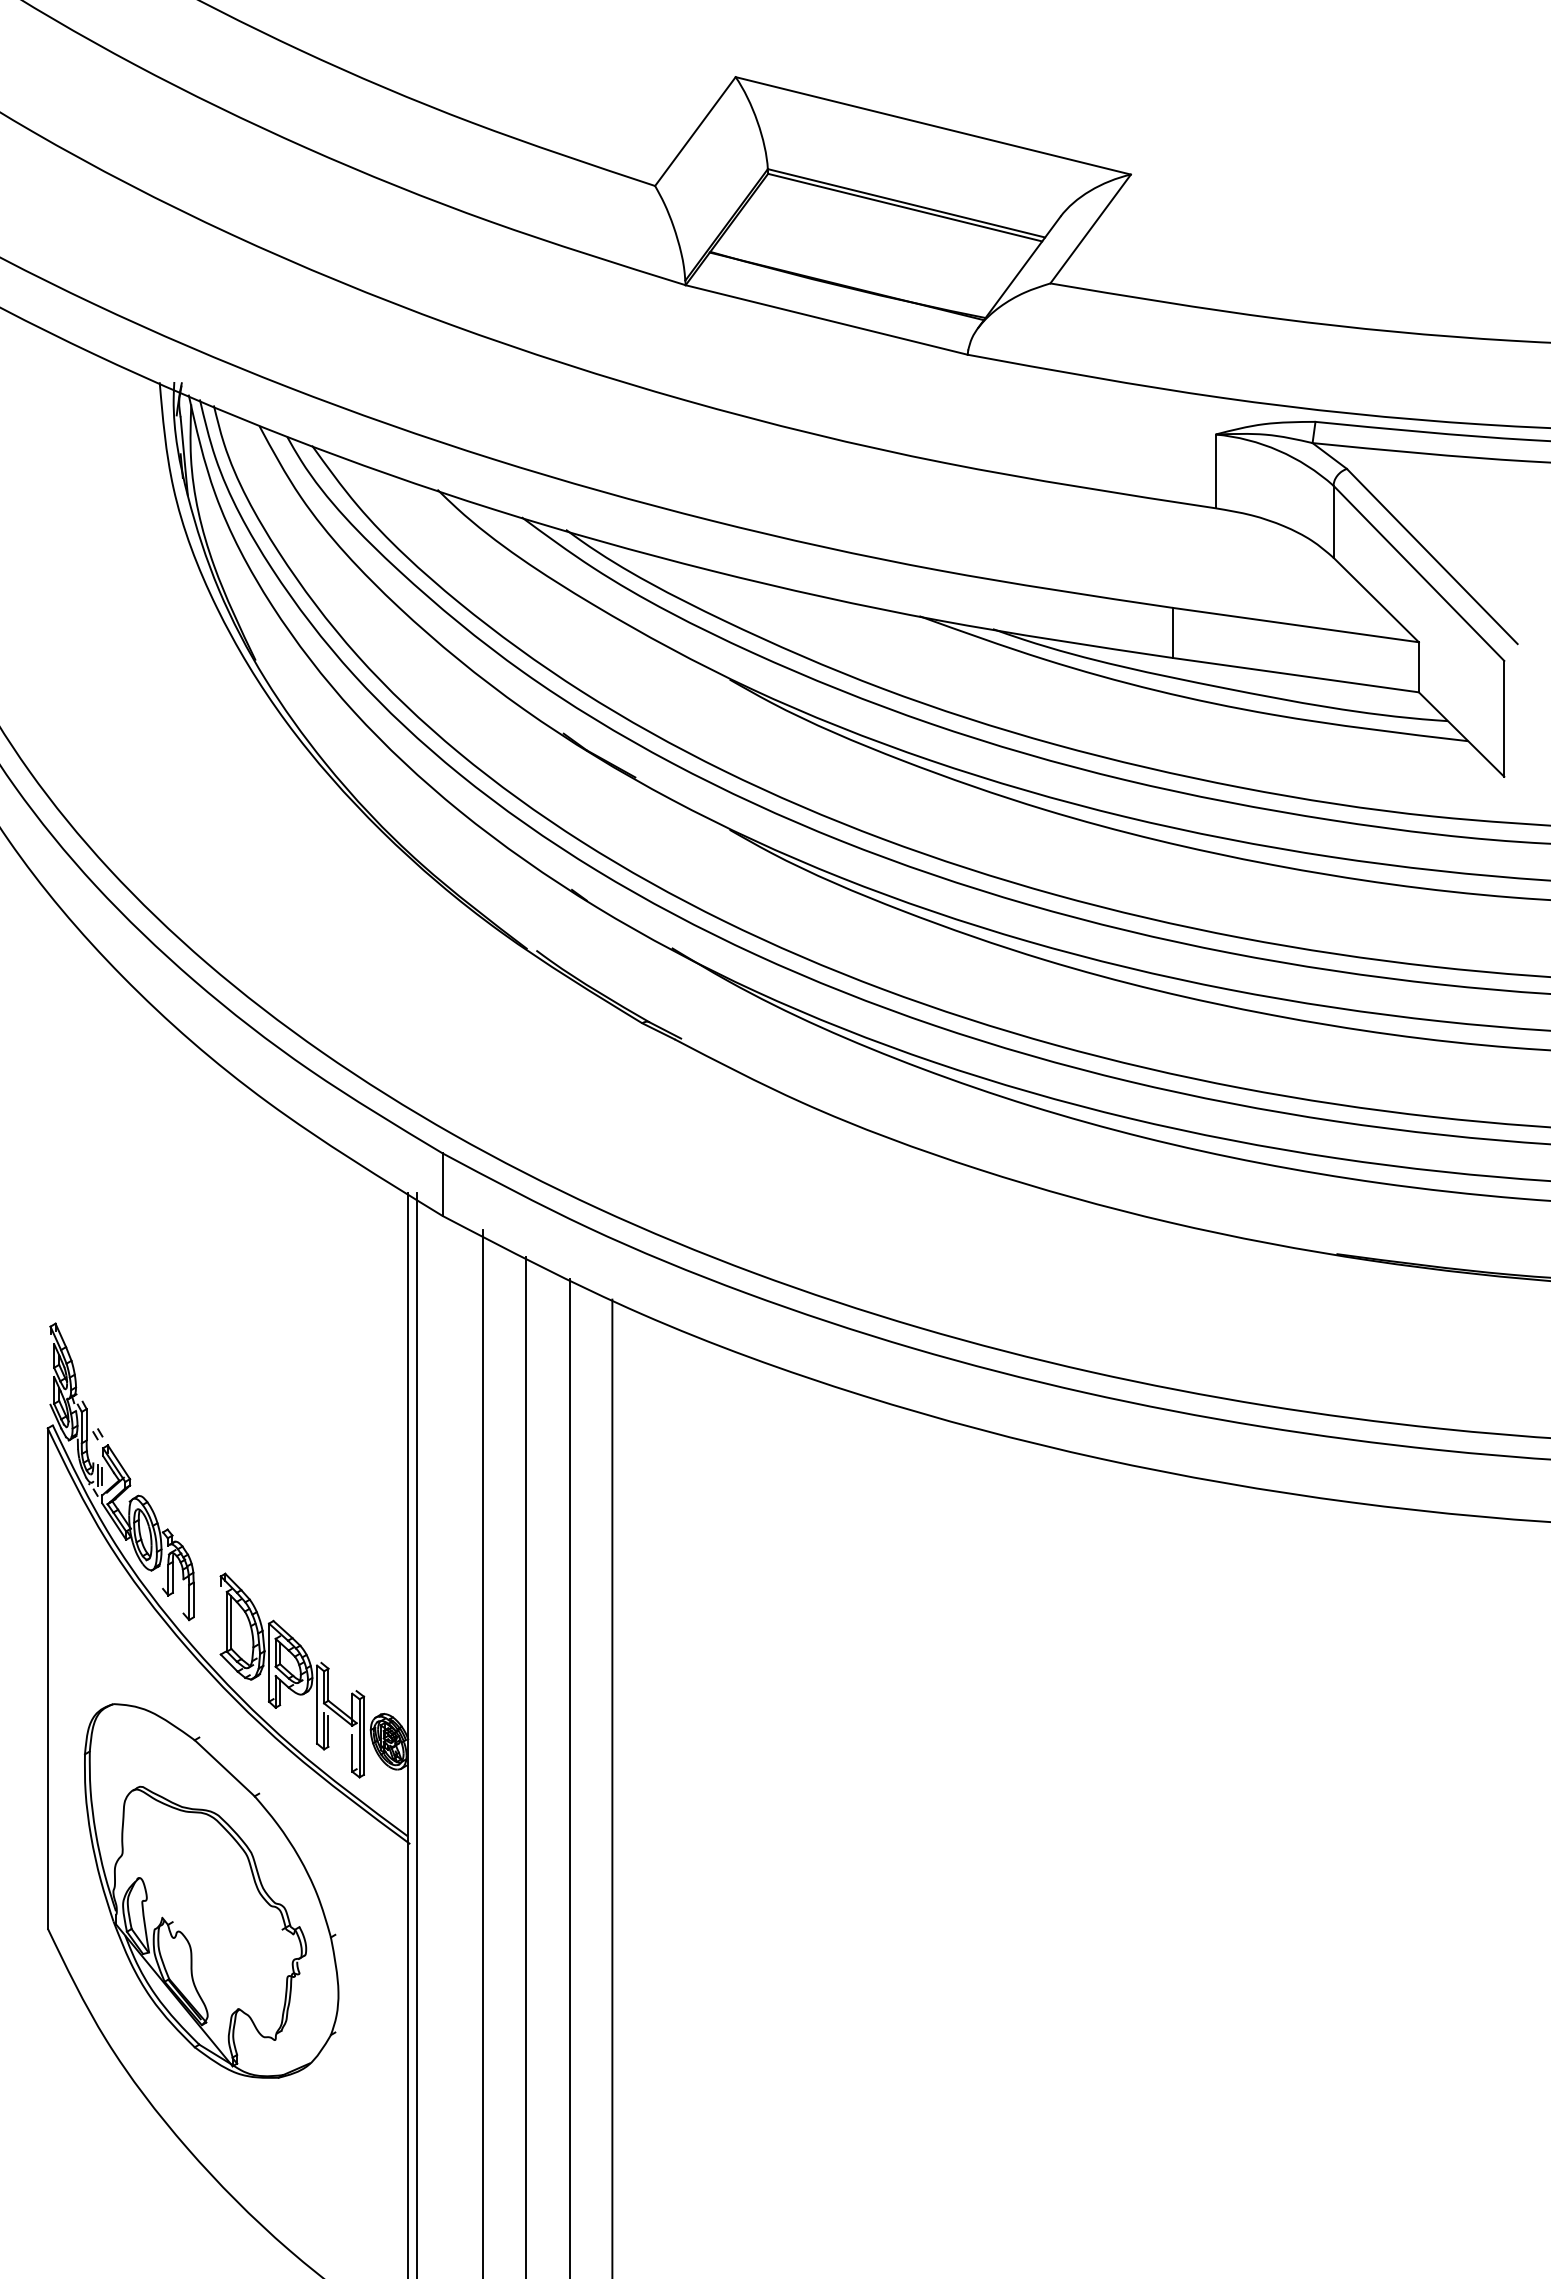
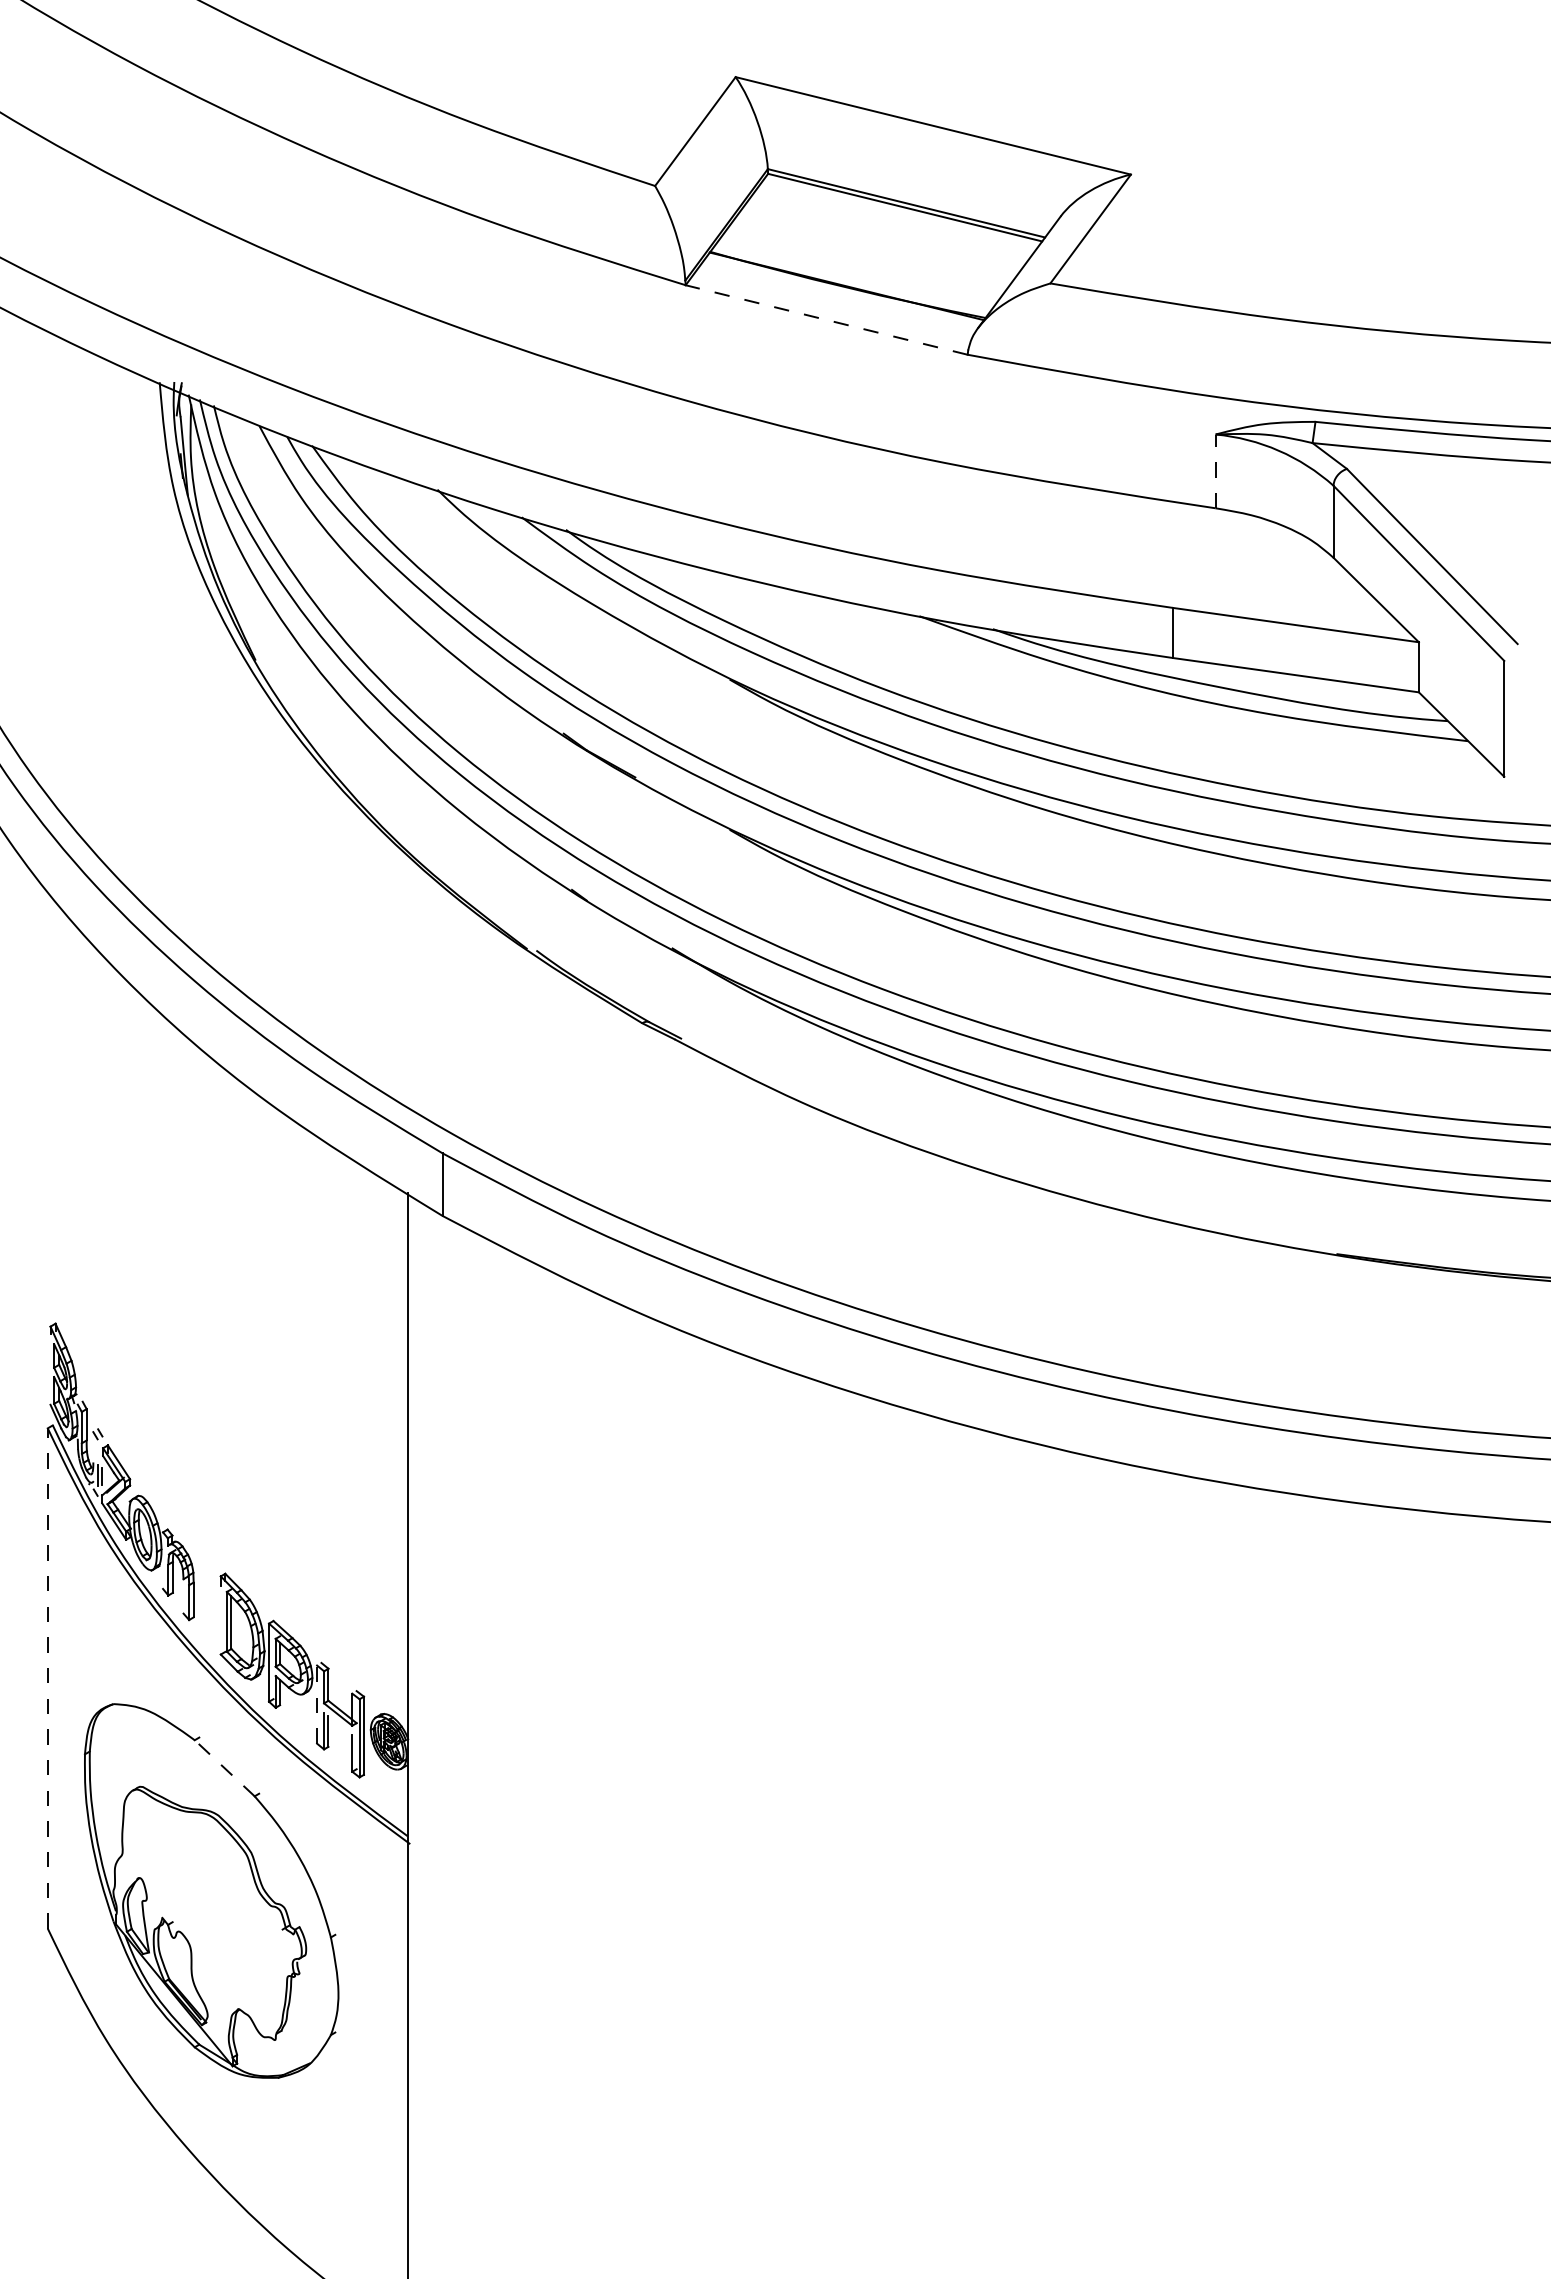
line at (826, 319): solid -> dashed
line at (1215, 471): solid -> dashed
line at (47, 1677): solid -> dashed
line at (317, 1704): solid -> dashed
line at (416, 1734): present -> none
line at (482, 1752): present -> none
line at (525, 1766): present -> none
line at (224, 1767): solid -> dashed
line at (570, 1776): present -> none
line at (612, 1787): present -> none
